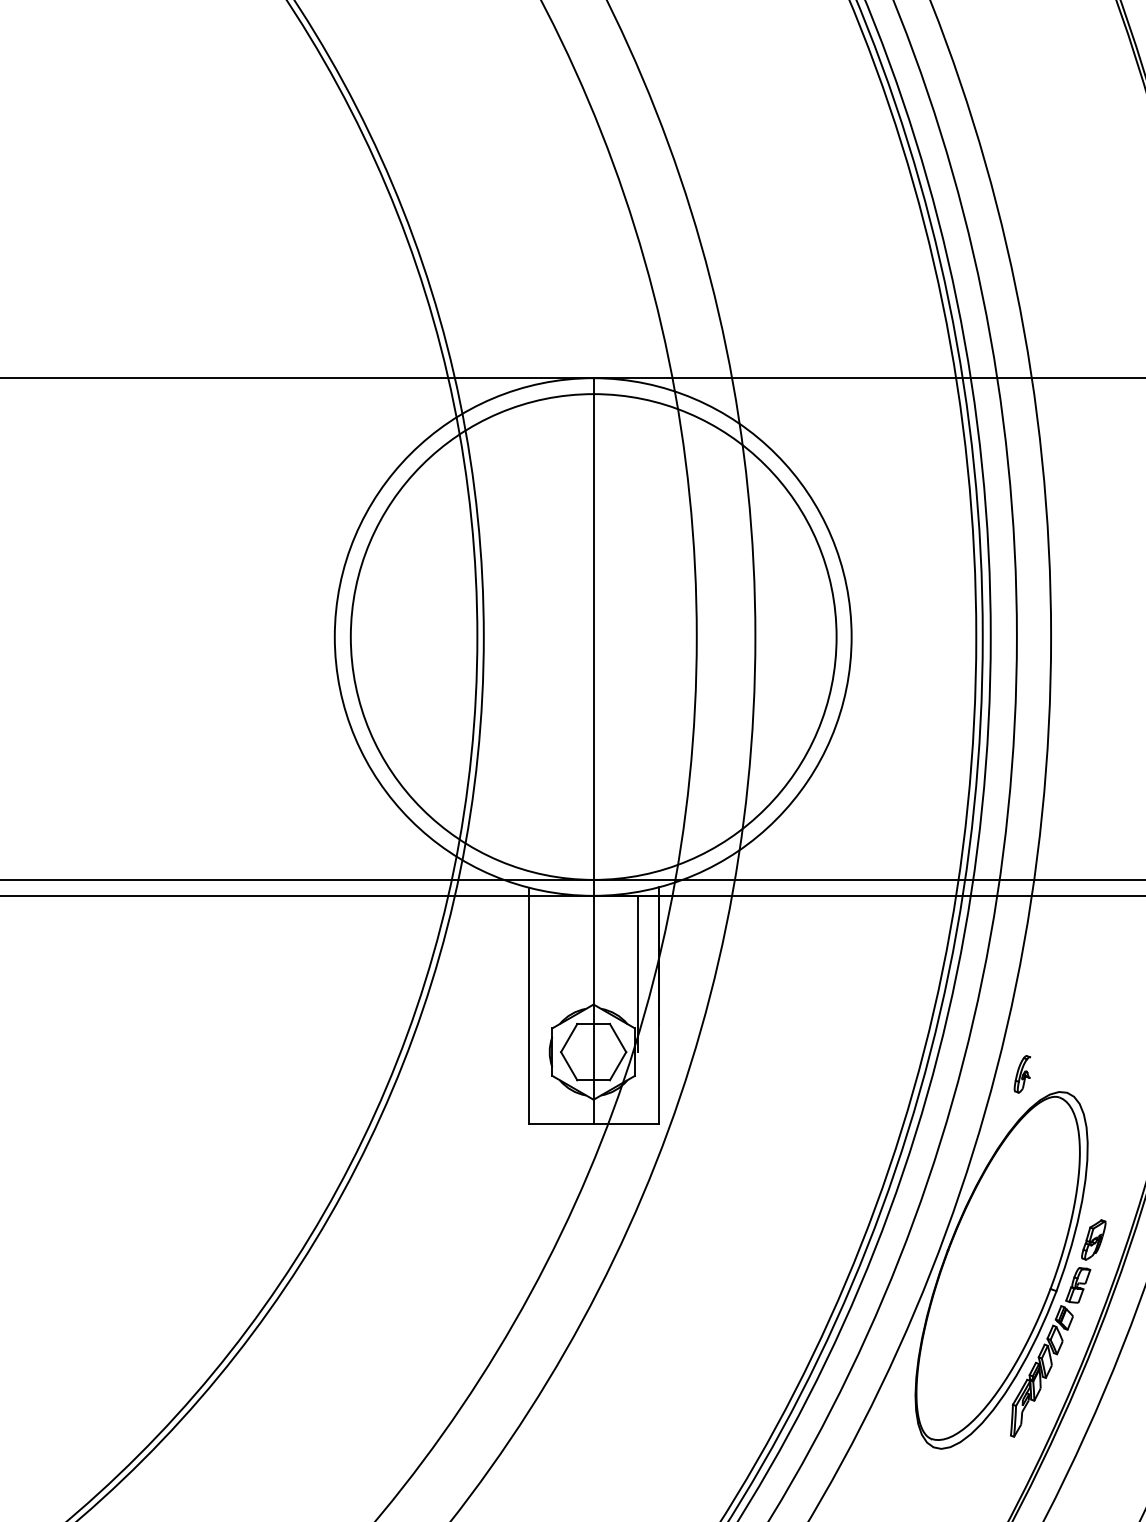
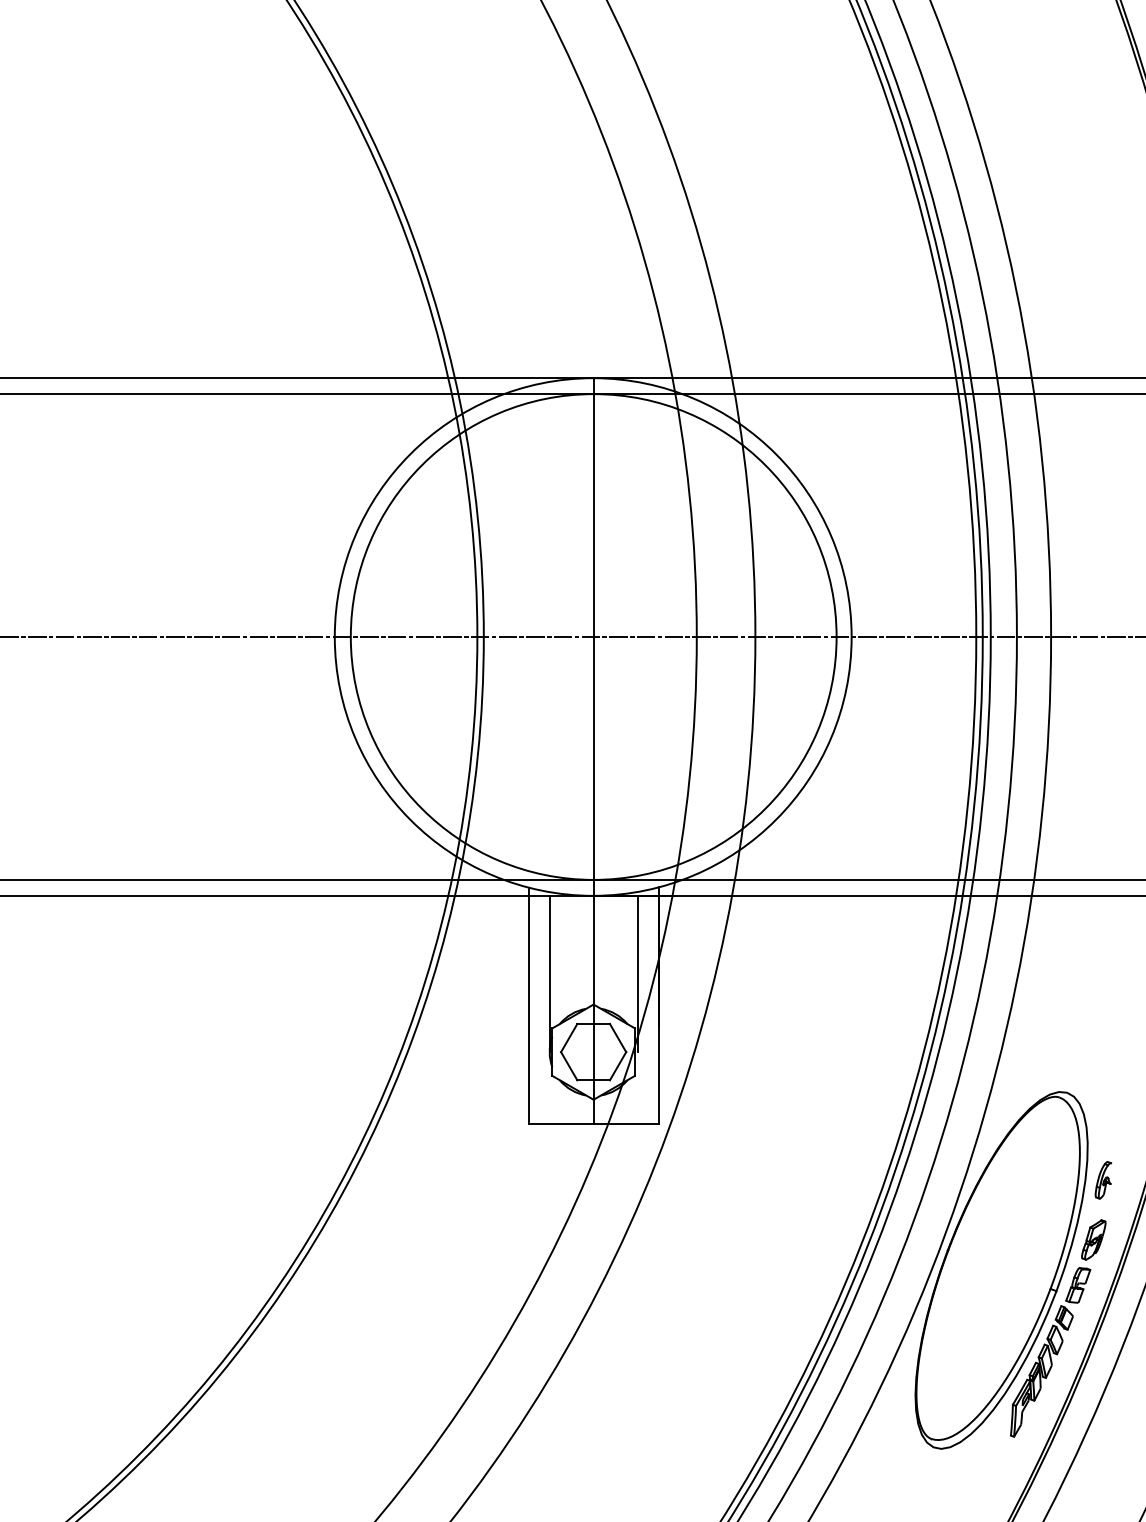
line at (572, 394): none -> present
line at (572, 637): none -> present
line at (549, 973): none -> present
part at (1022, 1074) position: (1022, 1074) -> (1103, 1180)
